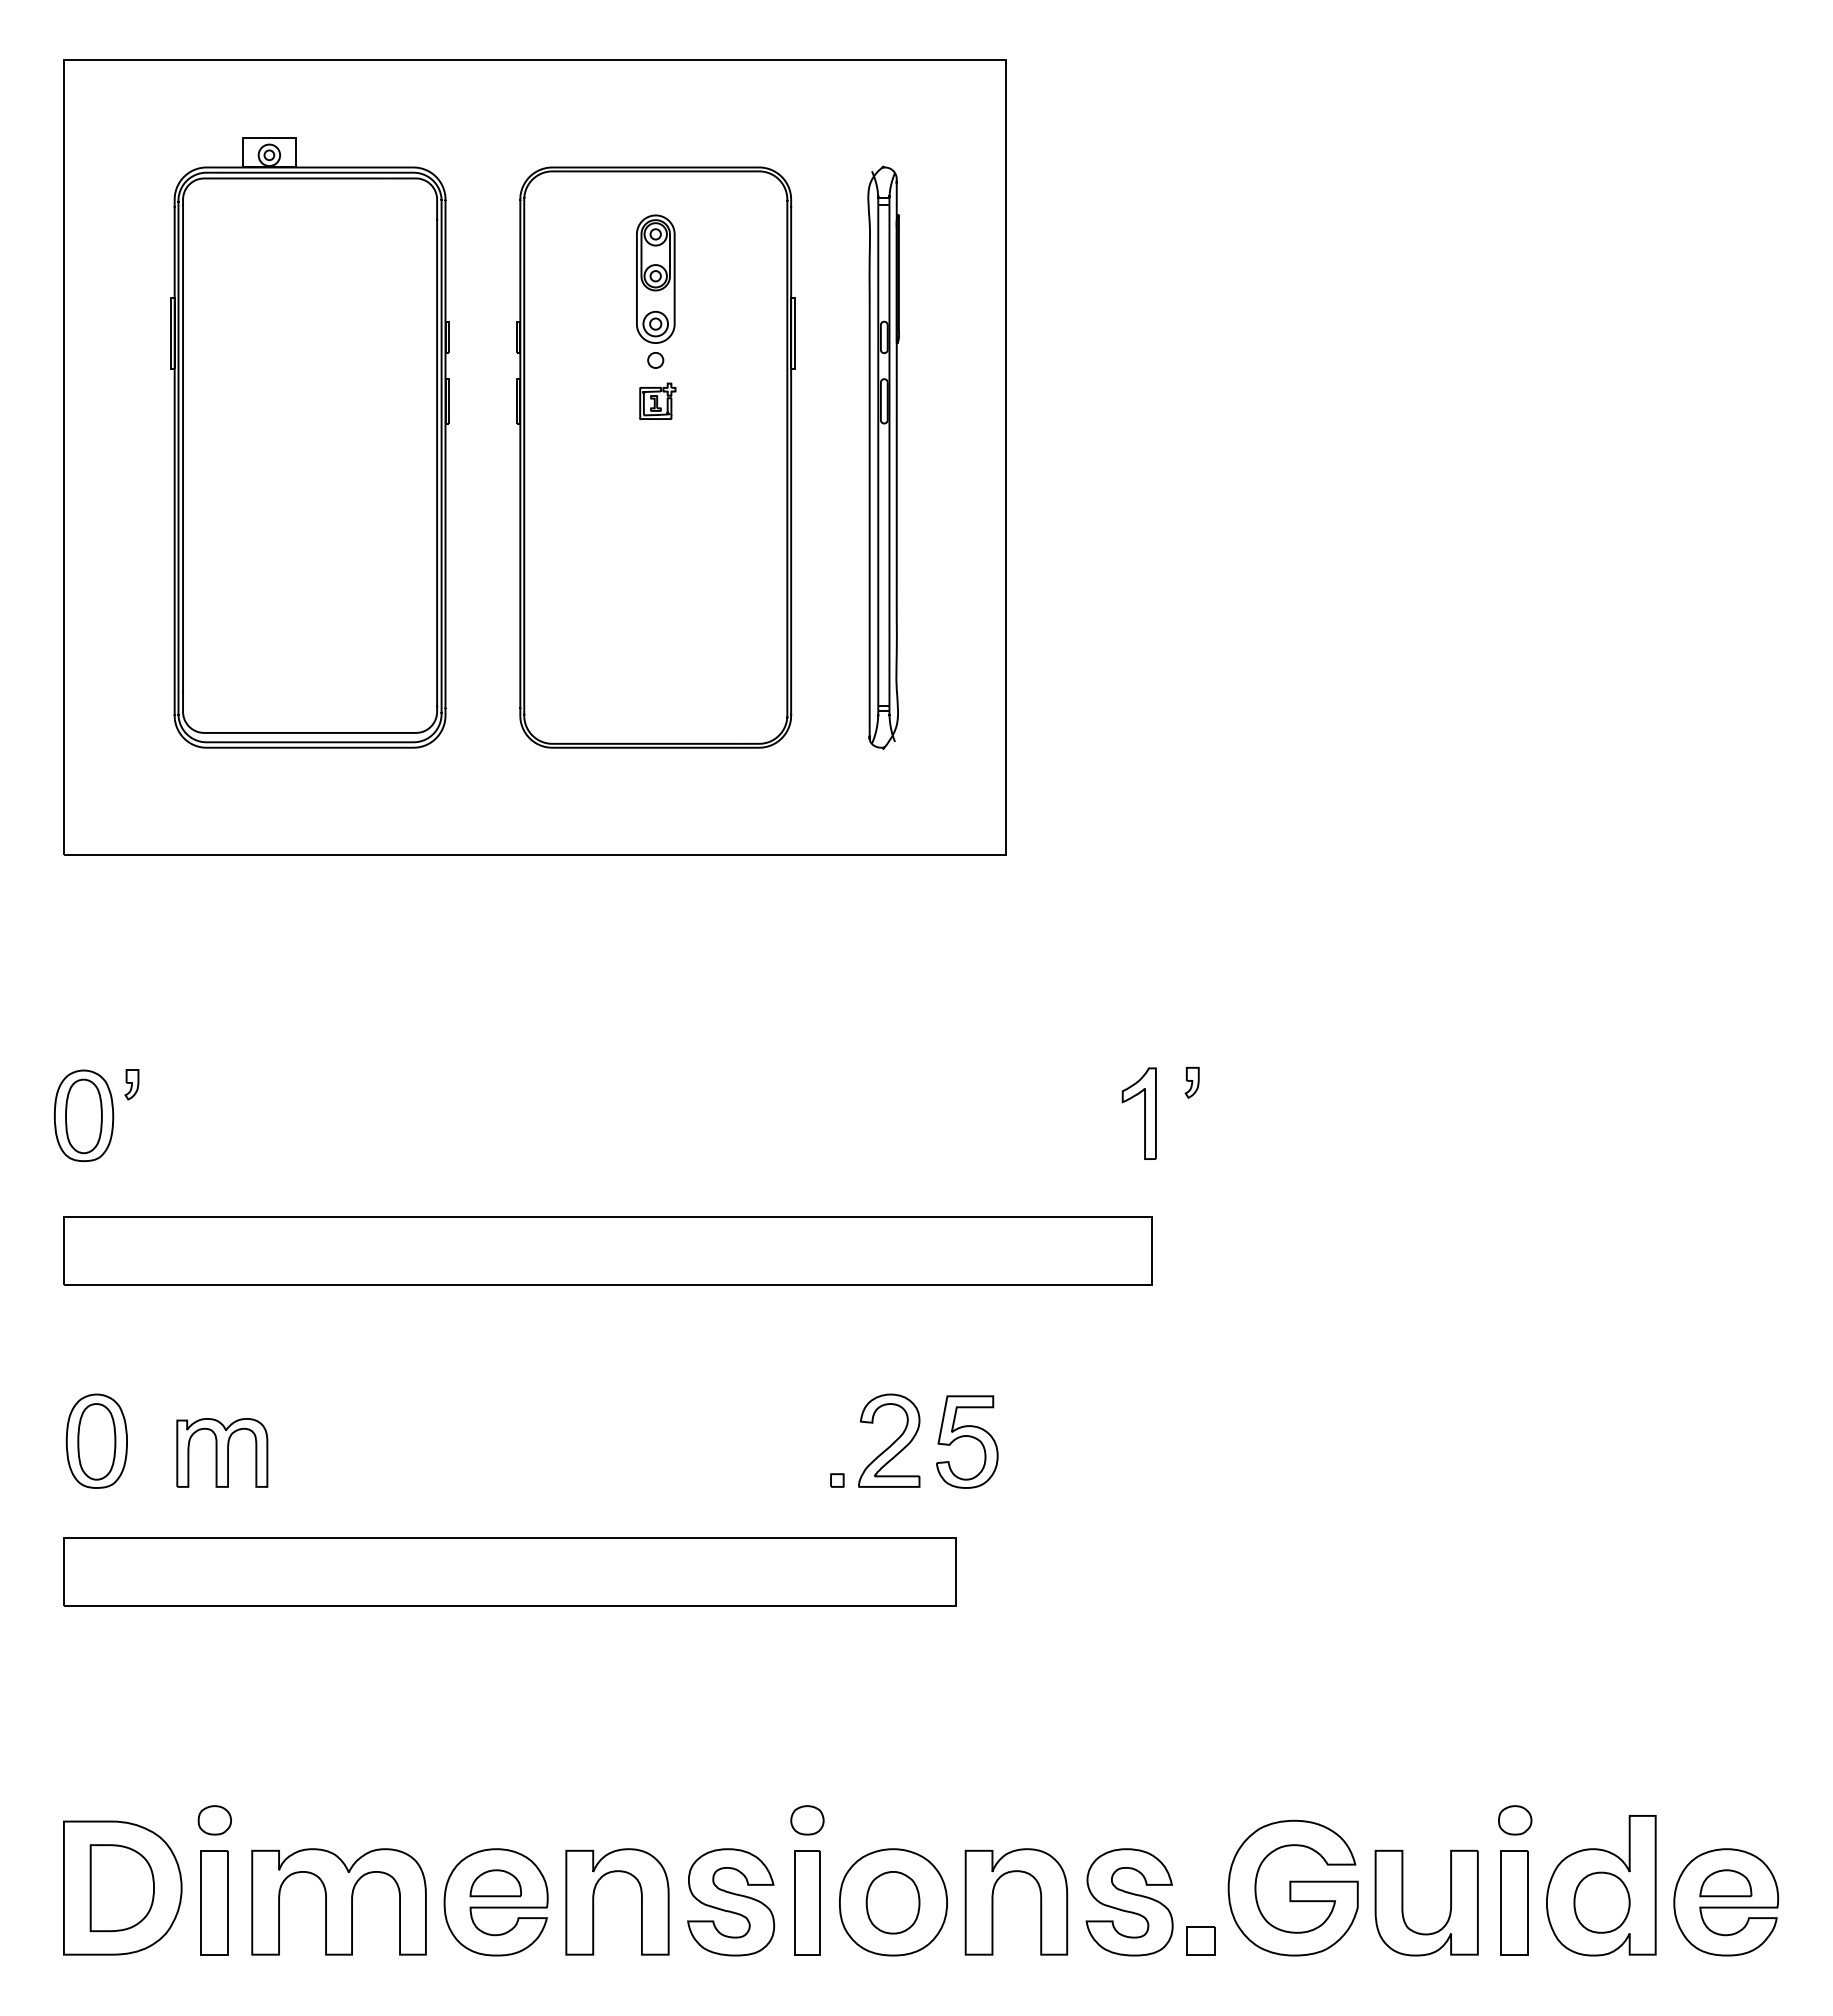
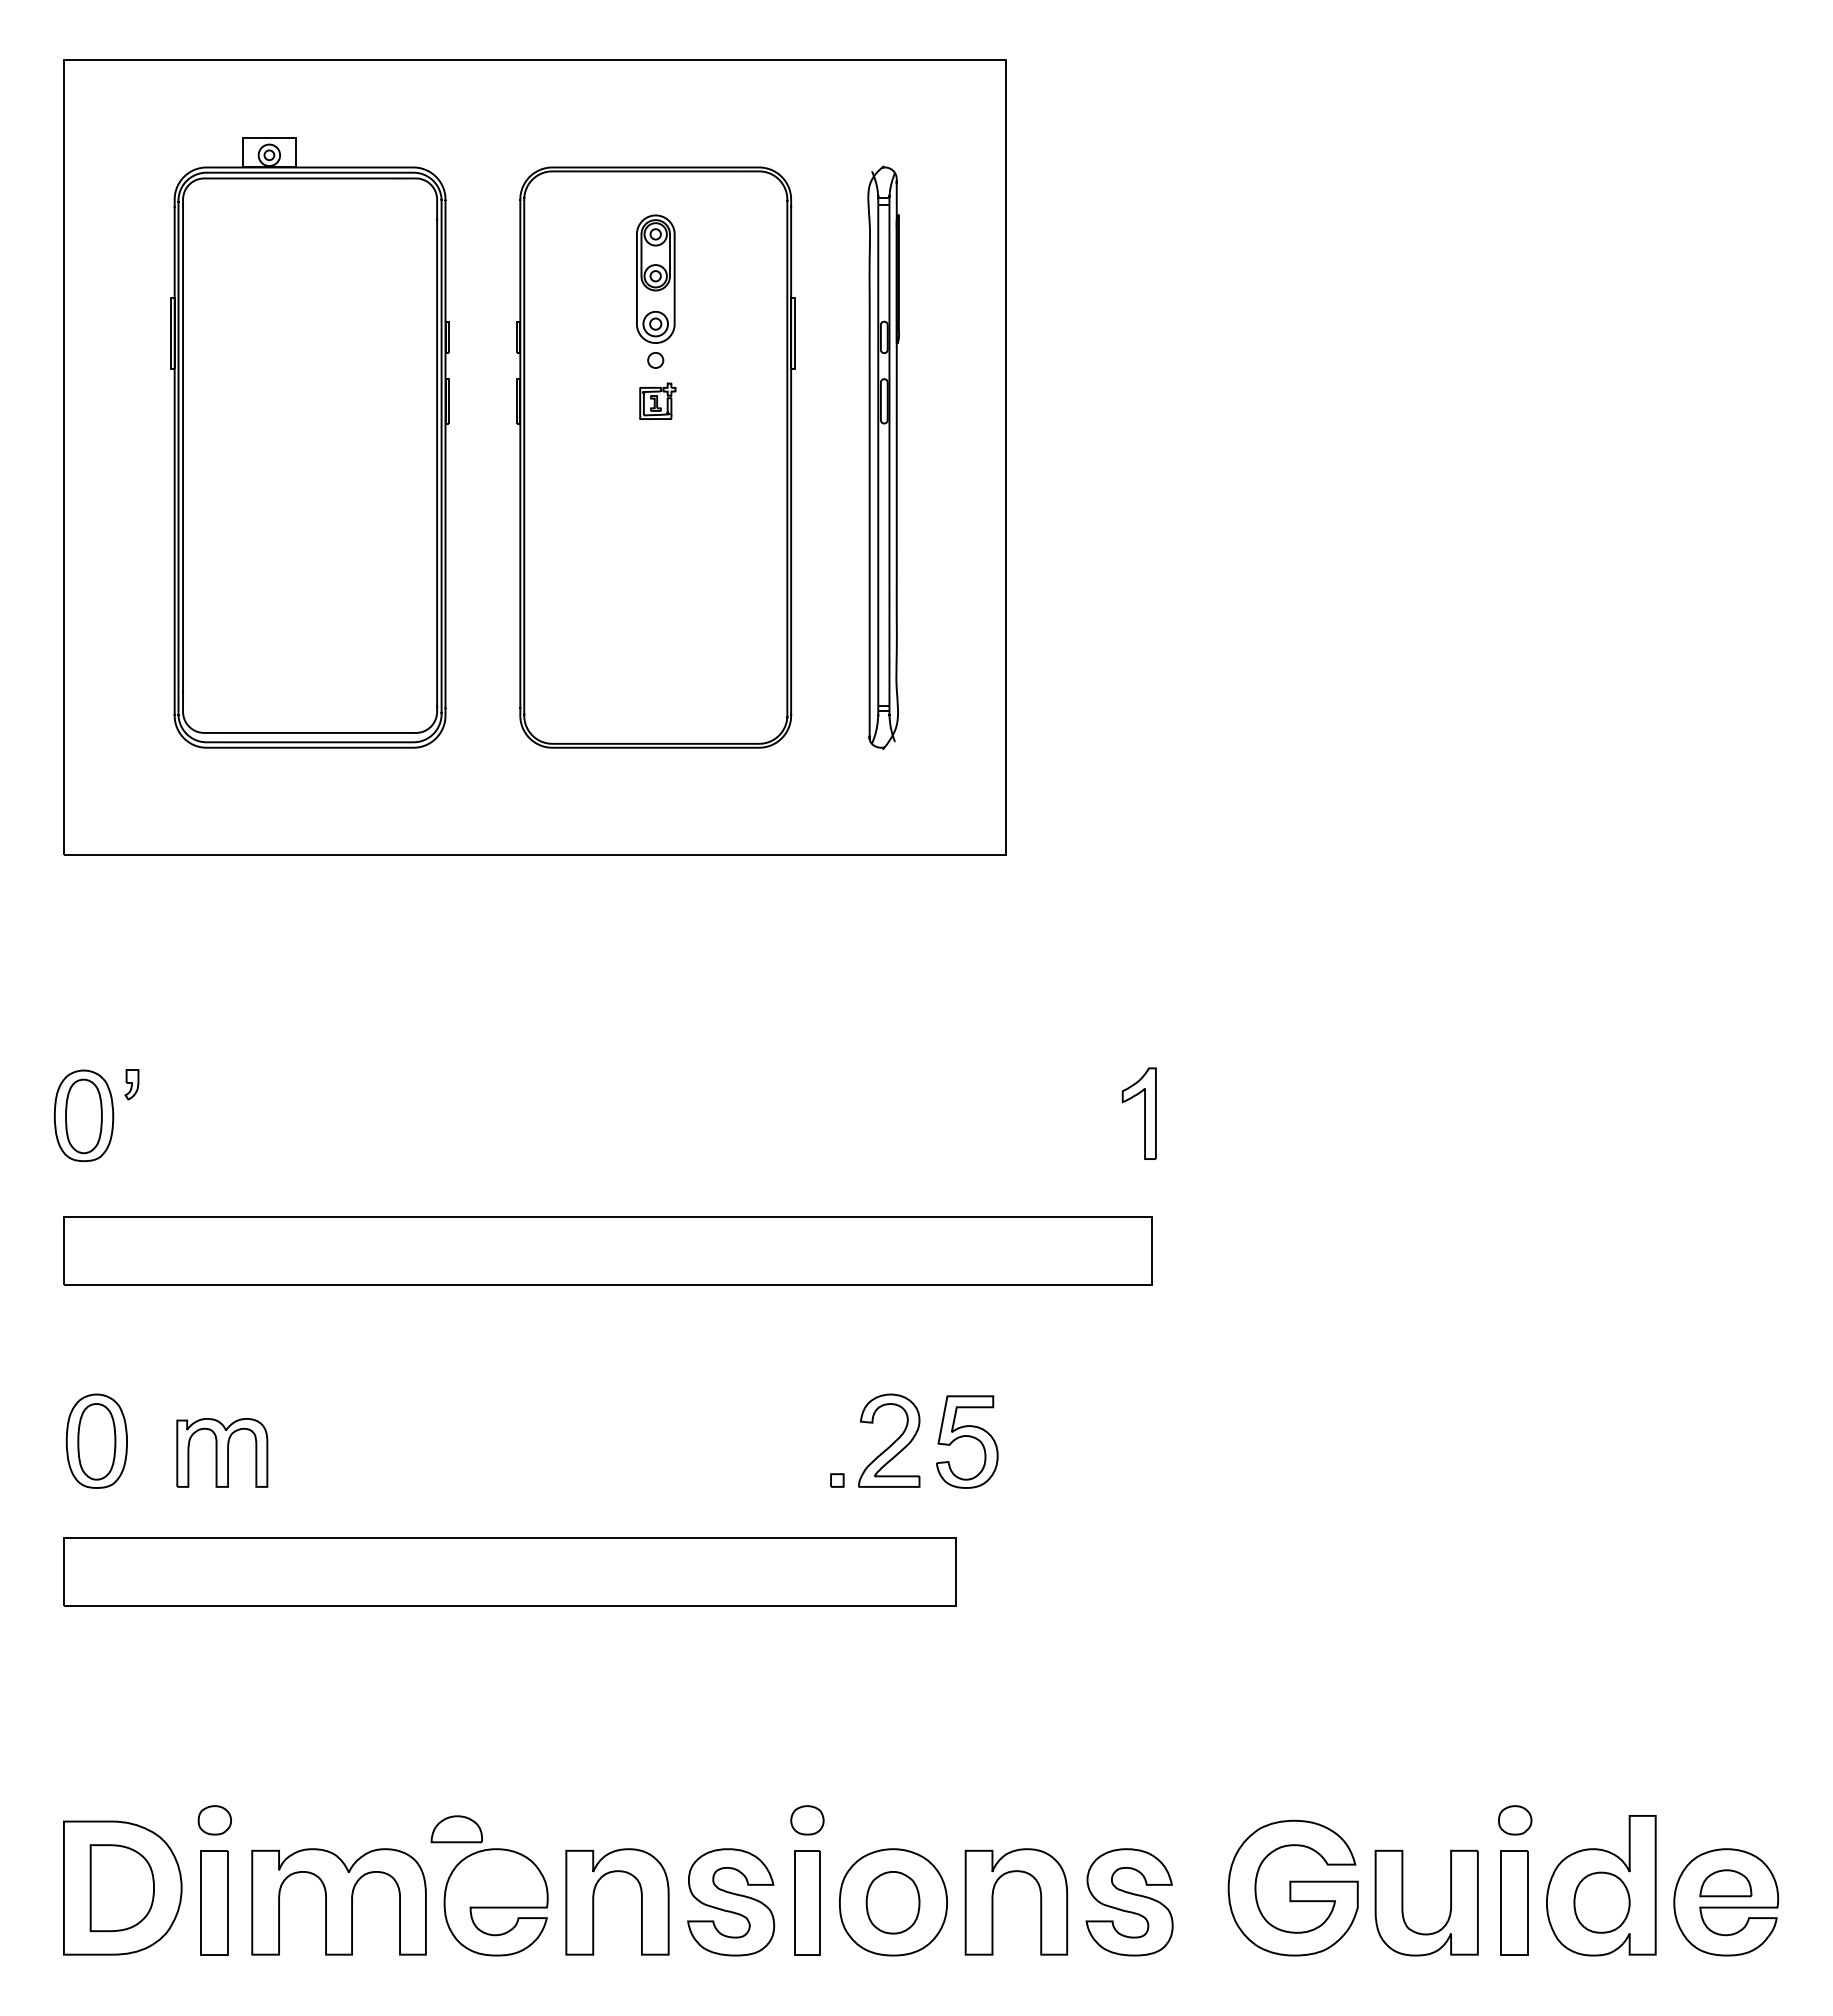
part at (1191, 1082): present -> none
part at (495, 1883) position: (495, 1883) -> (456, 1829)
part at (1200, 1940): present -> none
